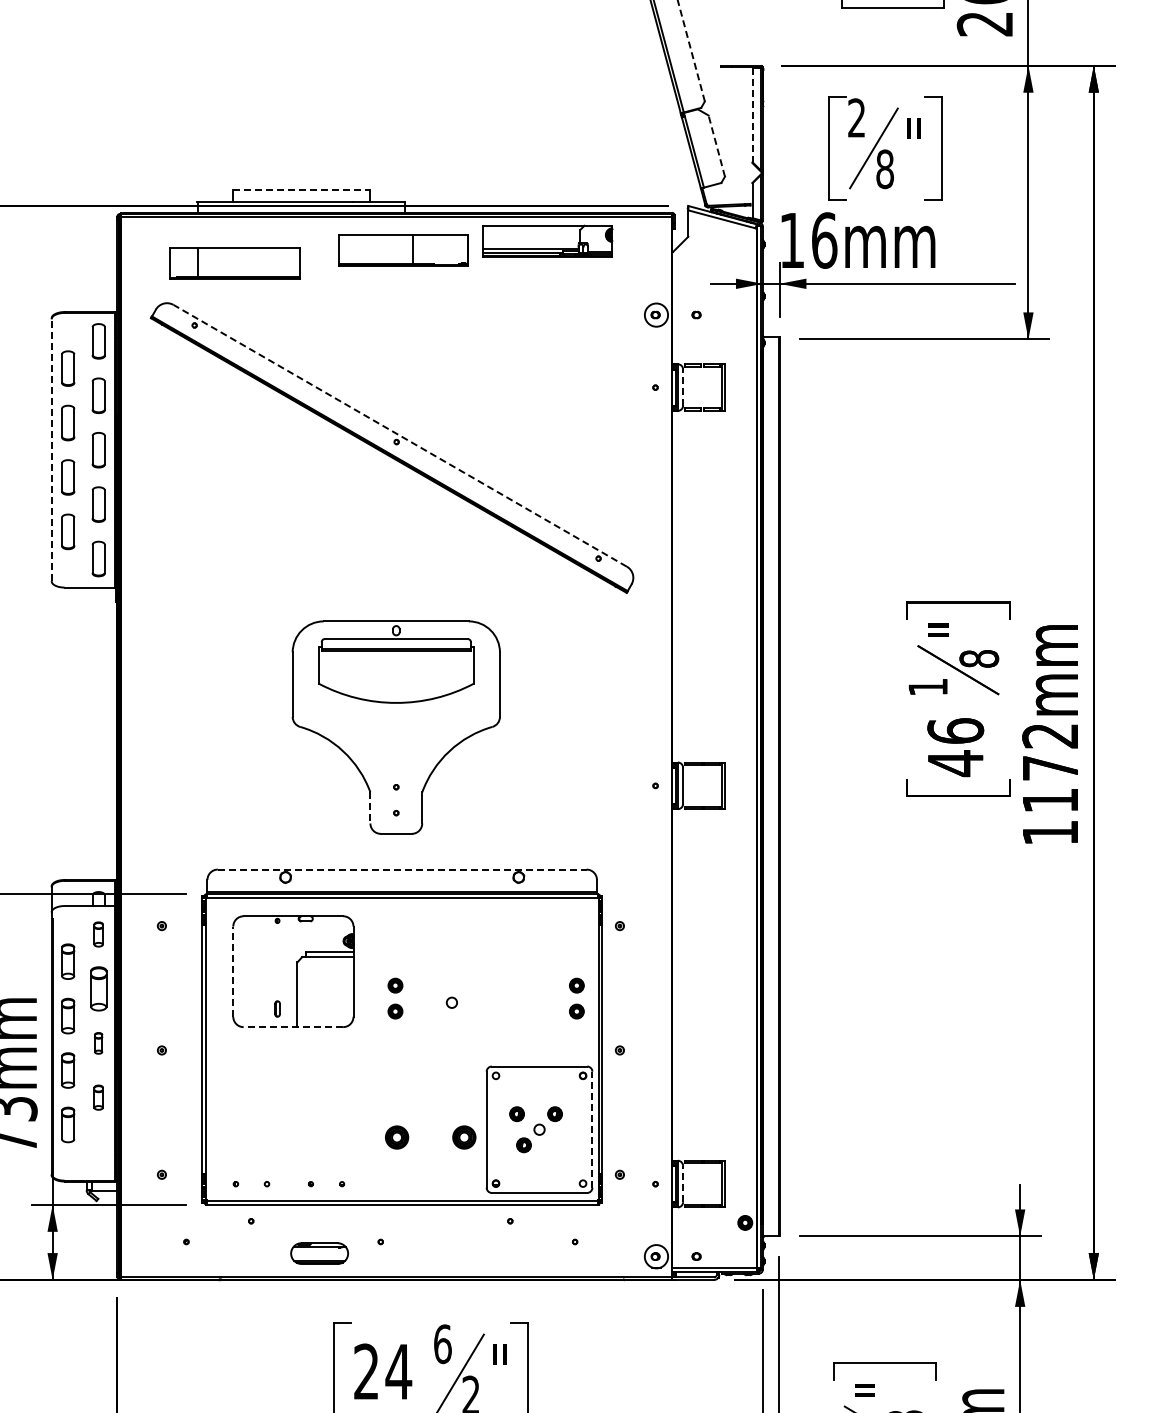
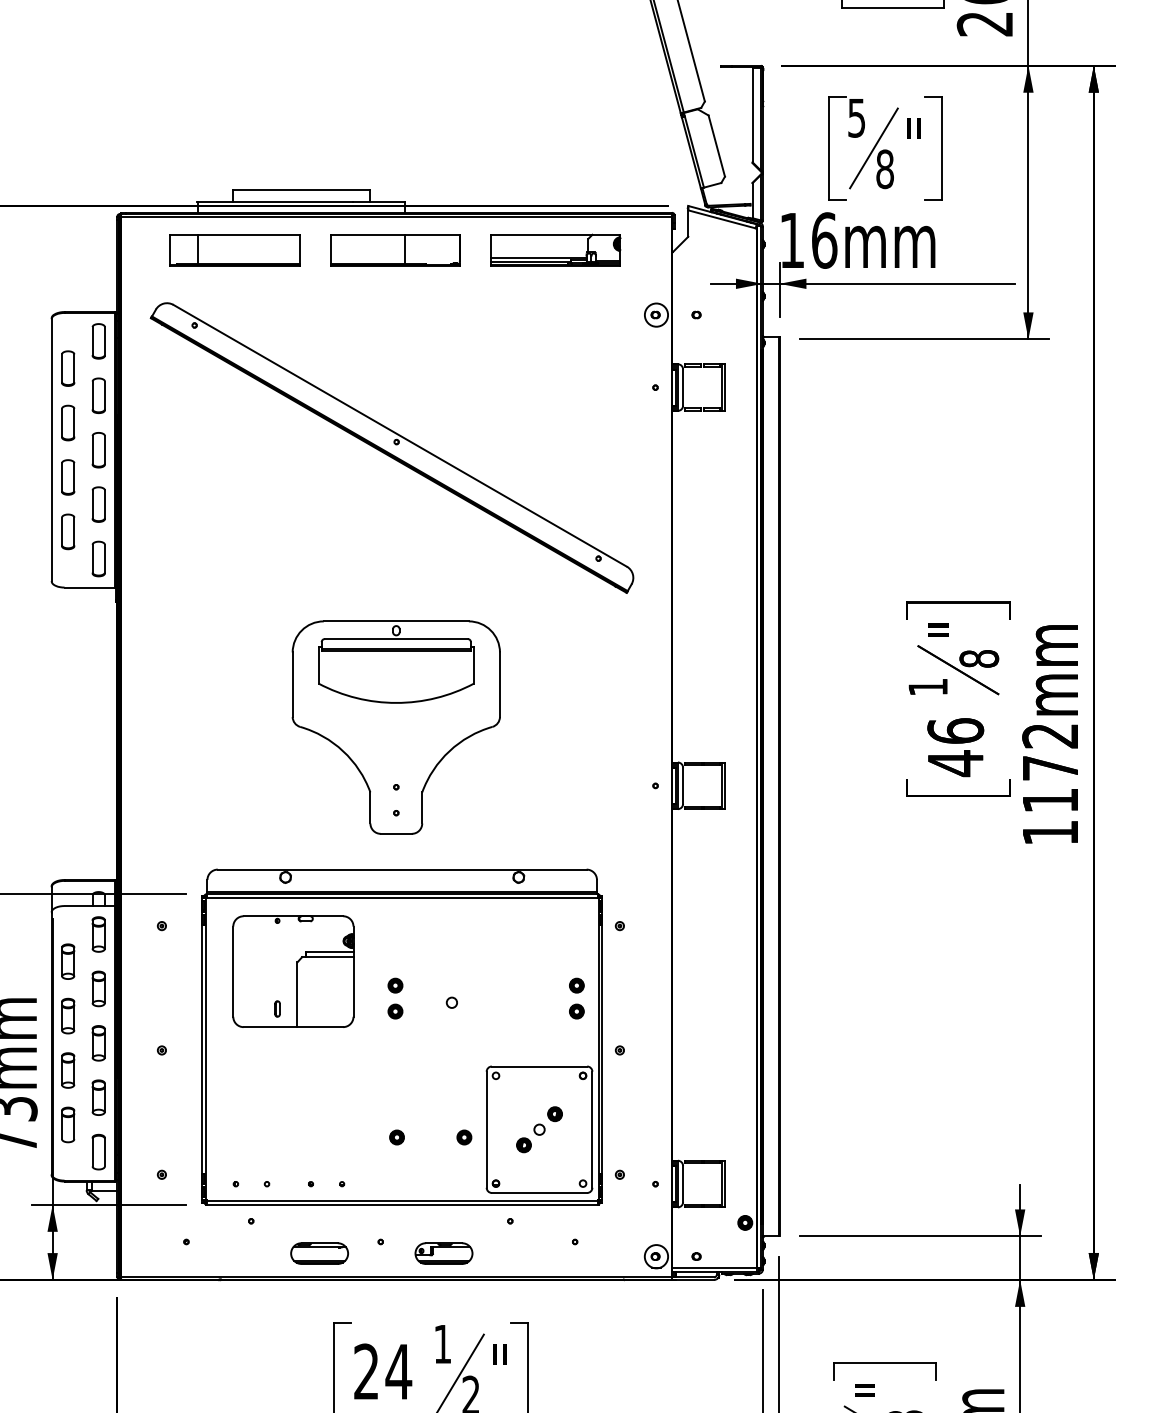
line at (691, 50): dashed -> solid
line at (752, 115): dashed -> solid
text at (856, 117): 2 -> 5
line at (716, 146): dashed -> solid
line at (301, 189): dashed -> solid
part at (547, 240) position: (547, 240) -> (555, 249)
part at (403, 250) position: (403, 250) -> (395, 250)
part at (234, 263) position: (234, 263) -> (234, 250)
line at (683, 387): dashed -> solid
line at (400, 435): dashed -> solid
line at (51, 450): dashed -> solid
line at (370, 807): dashed -> solid
line at (402, 869): dashed -> solid
part at (98, 934) size: 11x27 px -> 15x37 px
line at (233, 971): dashed -> solid
part at (98, 988) size: 18x46 px -> 15x38 px
line at (293, 1027): dashed -> solid
part at (98, 1043) size: 10x23 px -> 15x37 px
part at (98, 1097) size: 11x27 px -> 15x37 px
part at (516, 1114): present -> none
line at (592, 1129): dashed -> solid
part at (397, 1137) size: 25x25 px -> 16x17 px
part at (464, 1137) size: 25x25 px -> 17x17 px
part at (98, 1151): none -> present
line at (683, 1183): dashed -> solid
part at (443, 1253): none -> present
text at (442, 1344): 6 -> 1
